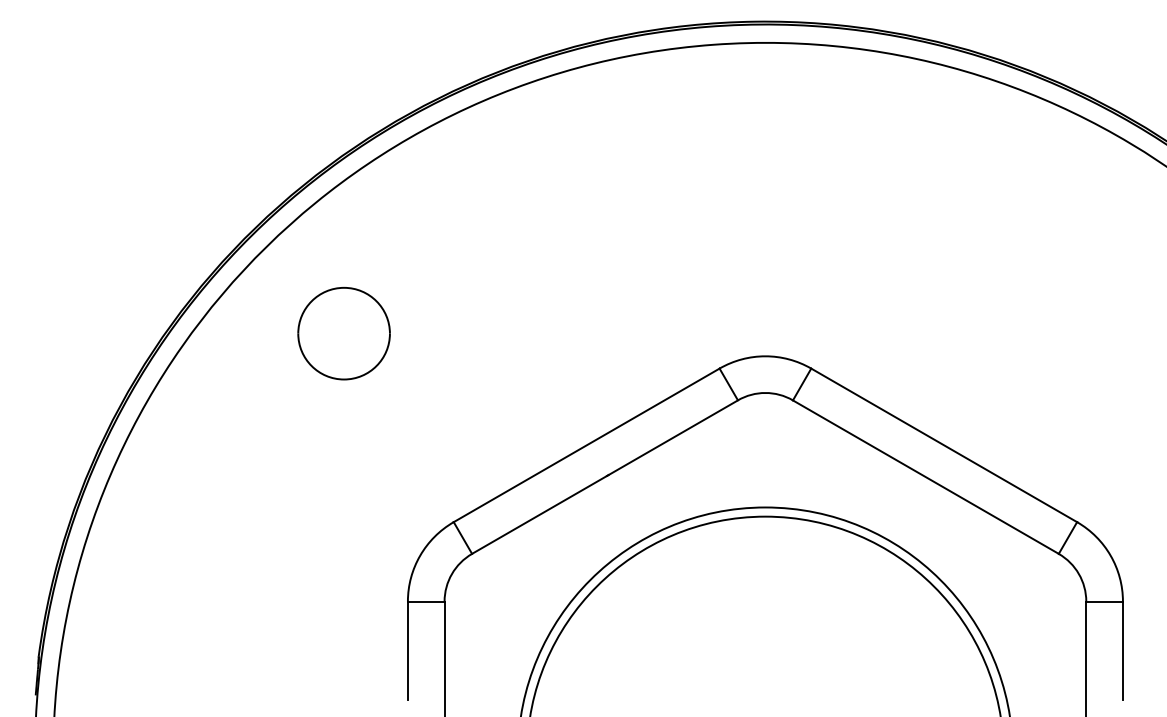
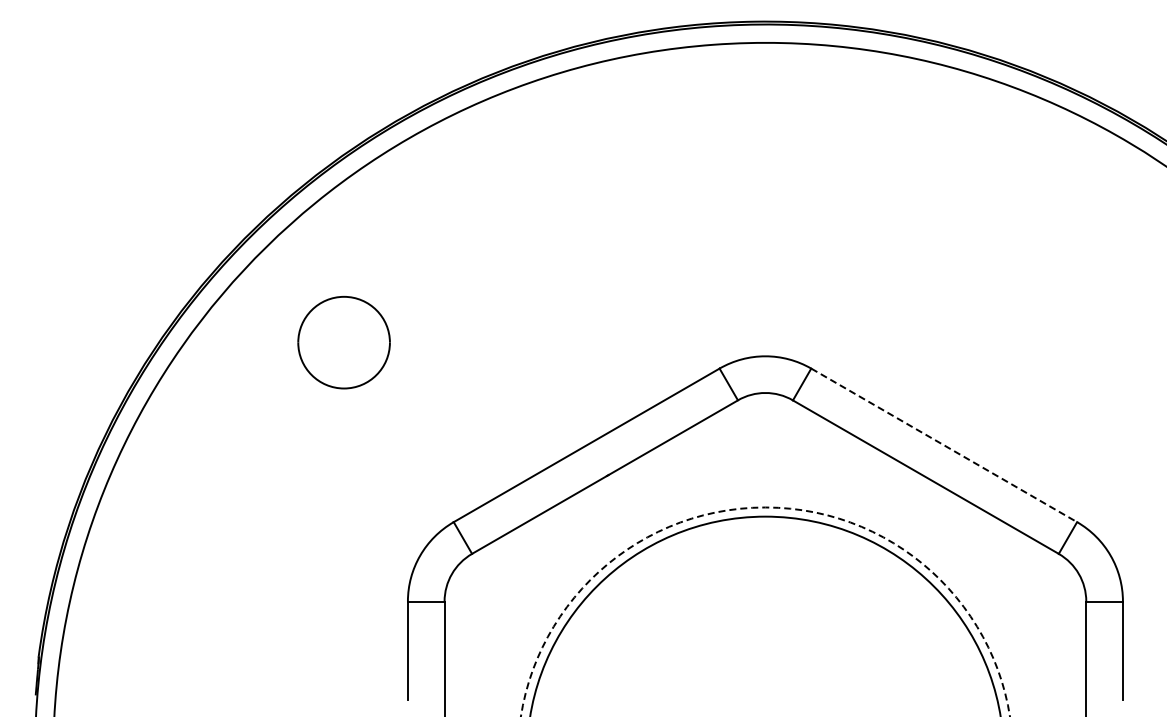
part at (343, 333) position: (343, 333) -> (343, 342)
line at (944, 445): solid -> dashed
arc at (765, 507): solid -> dashed
